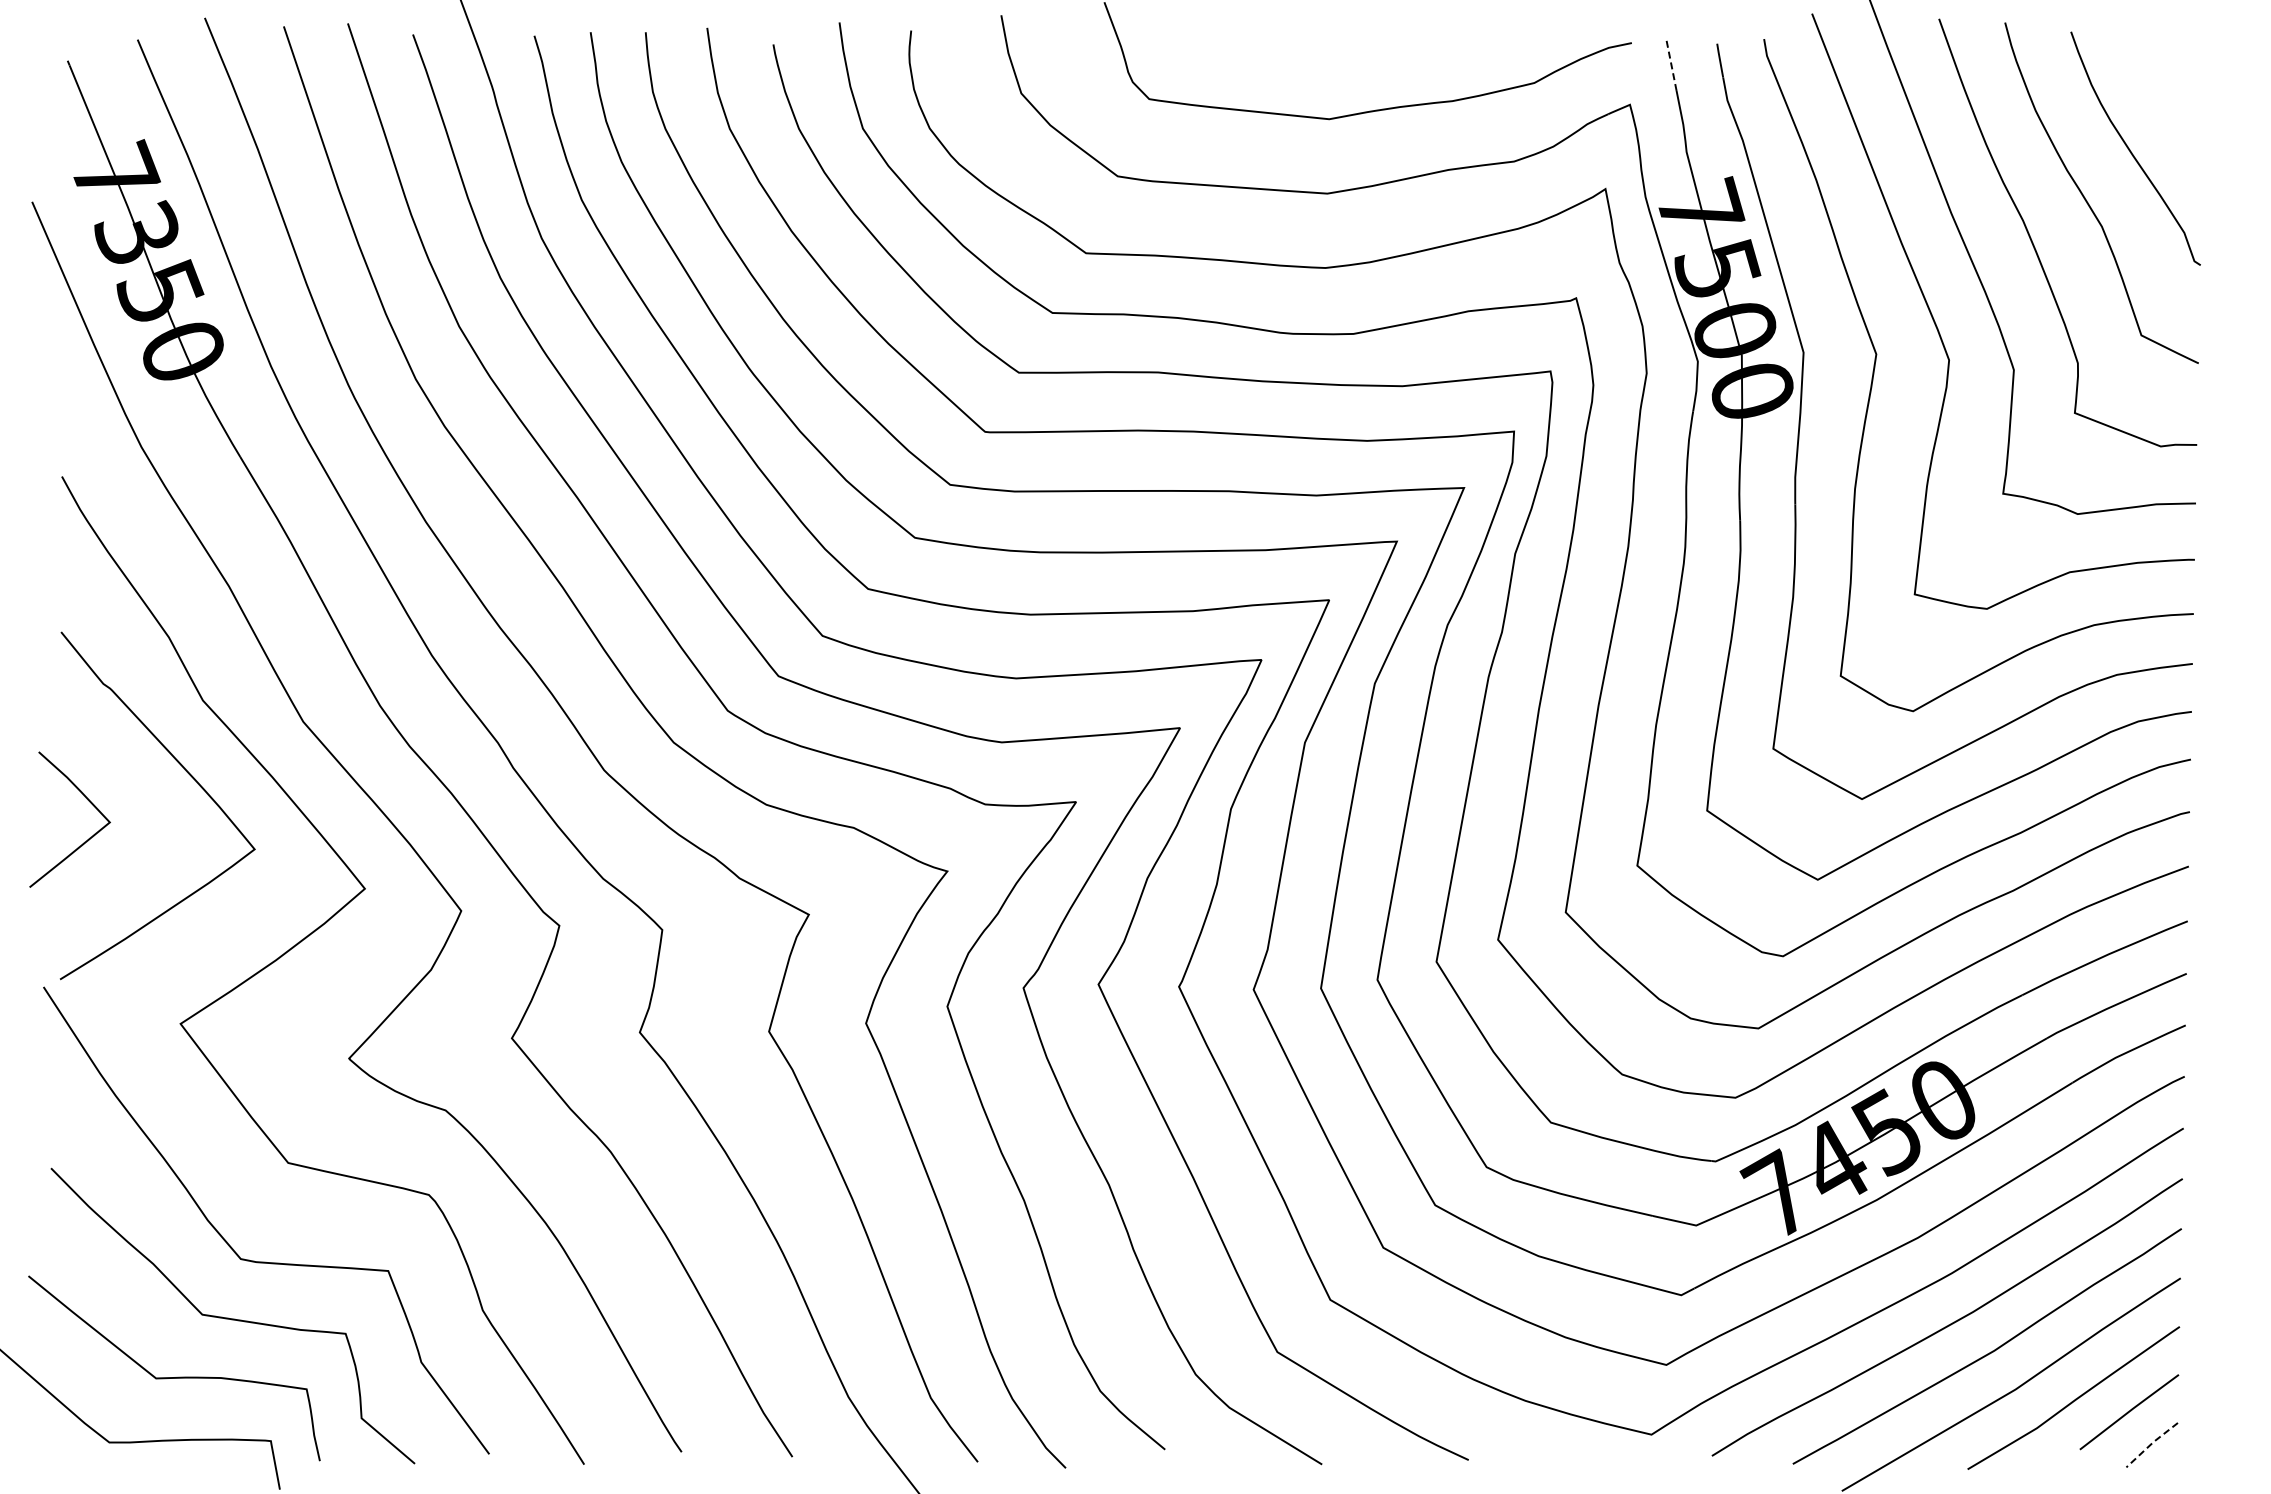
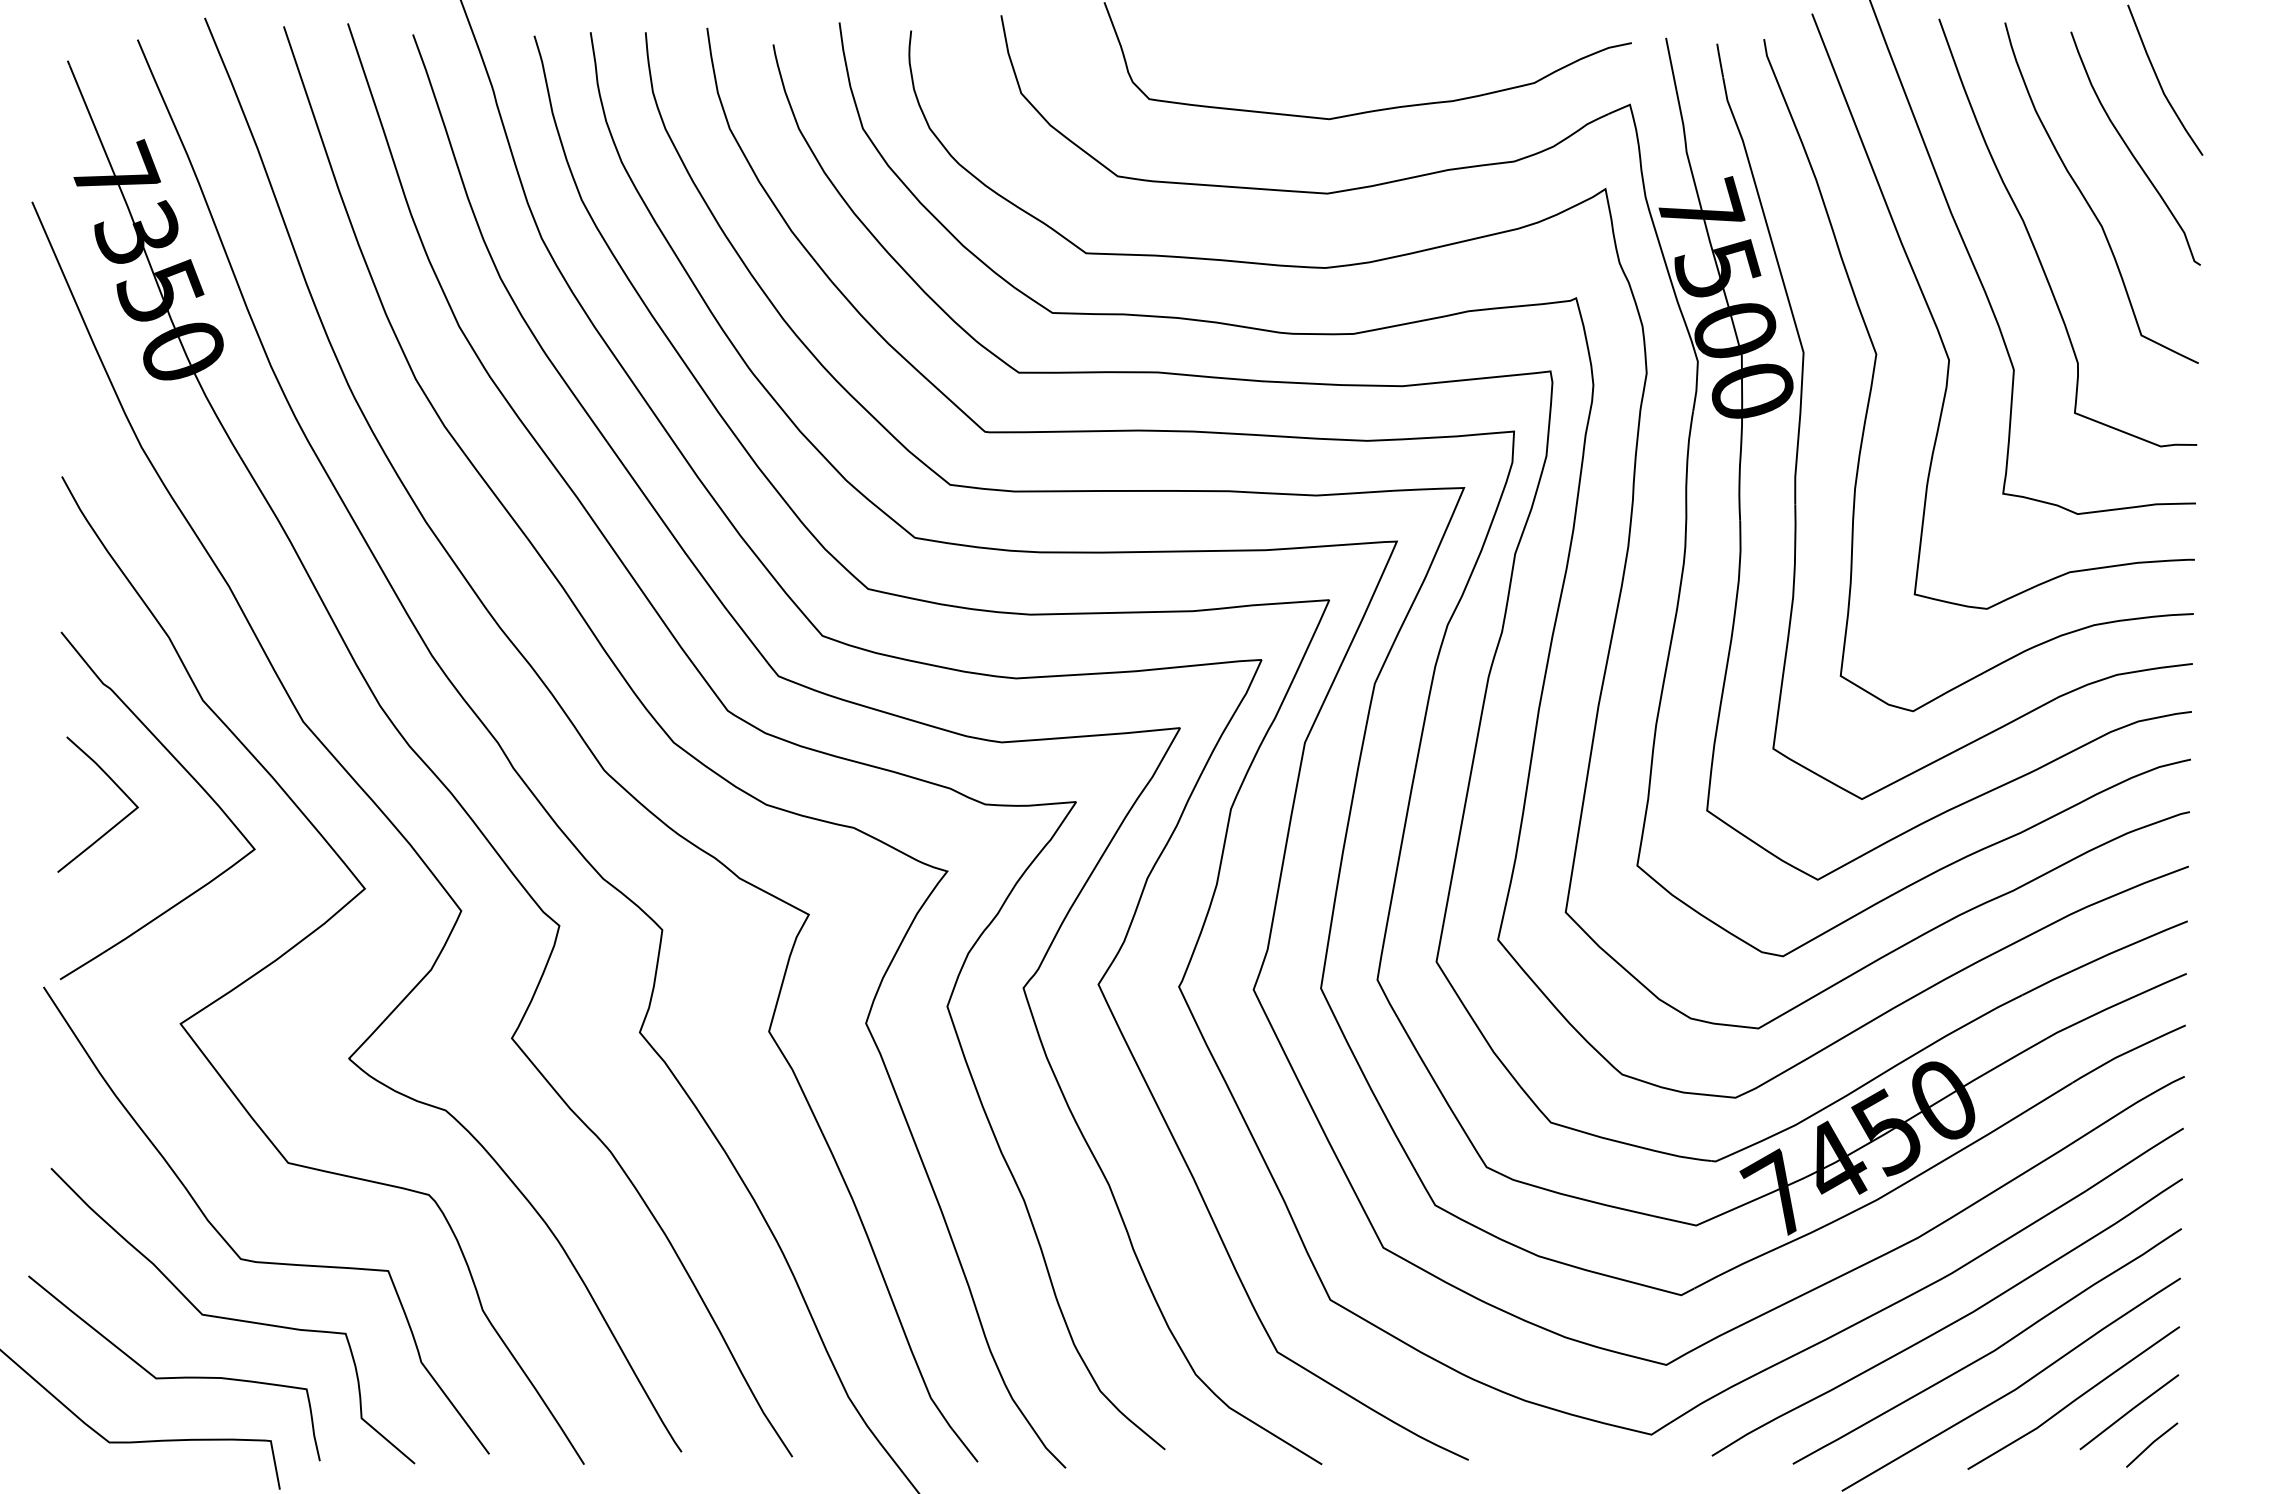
line at (1671, 63): dashed -> solid
curve at (2160, 82): none -> present
curve at (87, 800) position: (87, 800) -> (115, 785)
line at (2151, 1443): dashed -> solid
